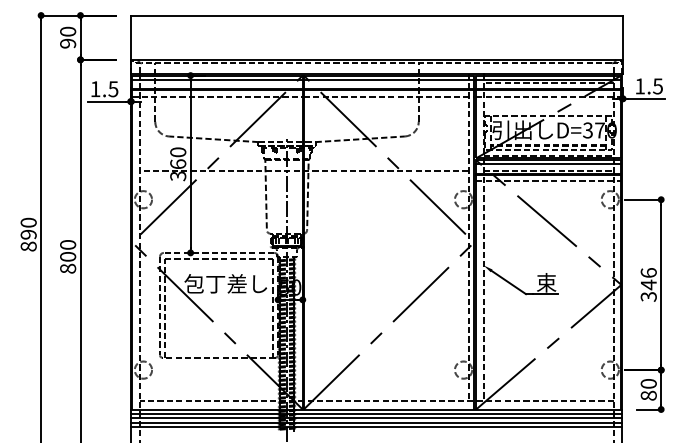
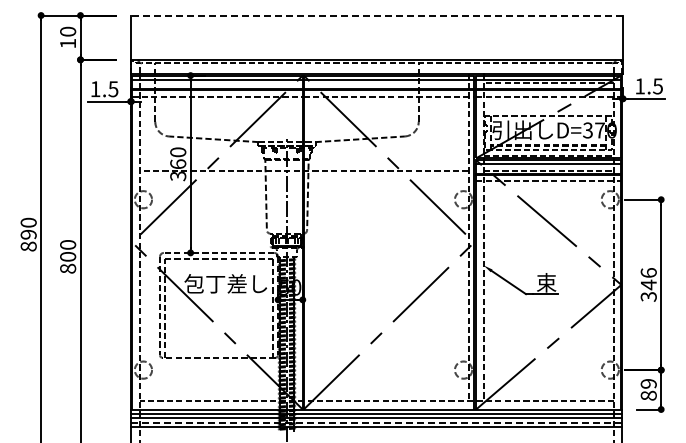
line at (376, 15): solid -> dashed
text at (68, 43): 90 -> 10
text at (648, 383): 80 -> 89
line at (376, 422): solid -> dashed
